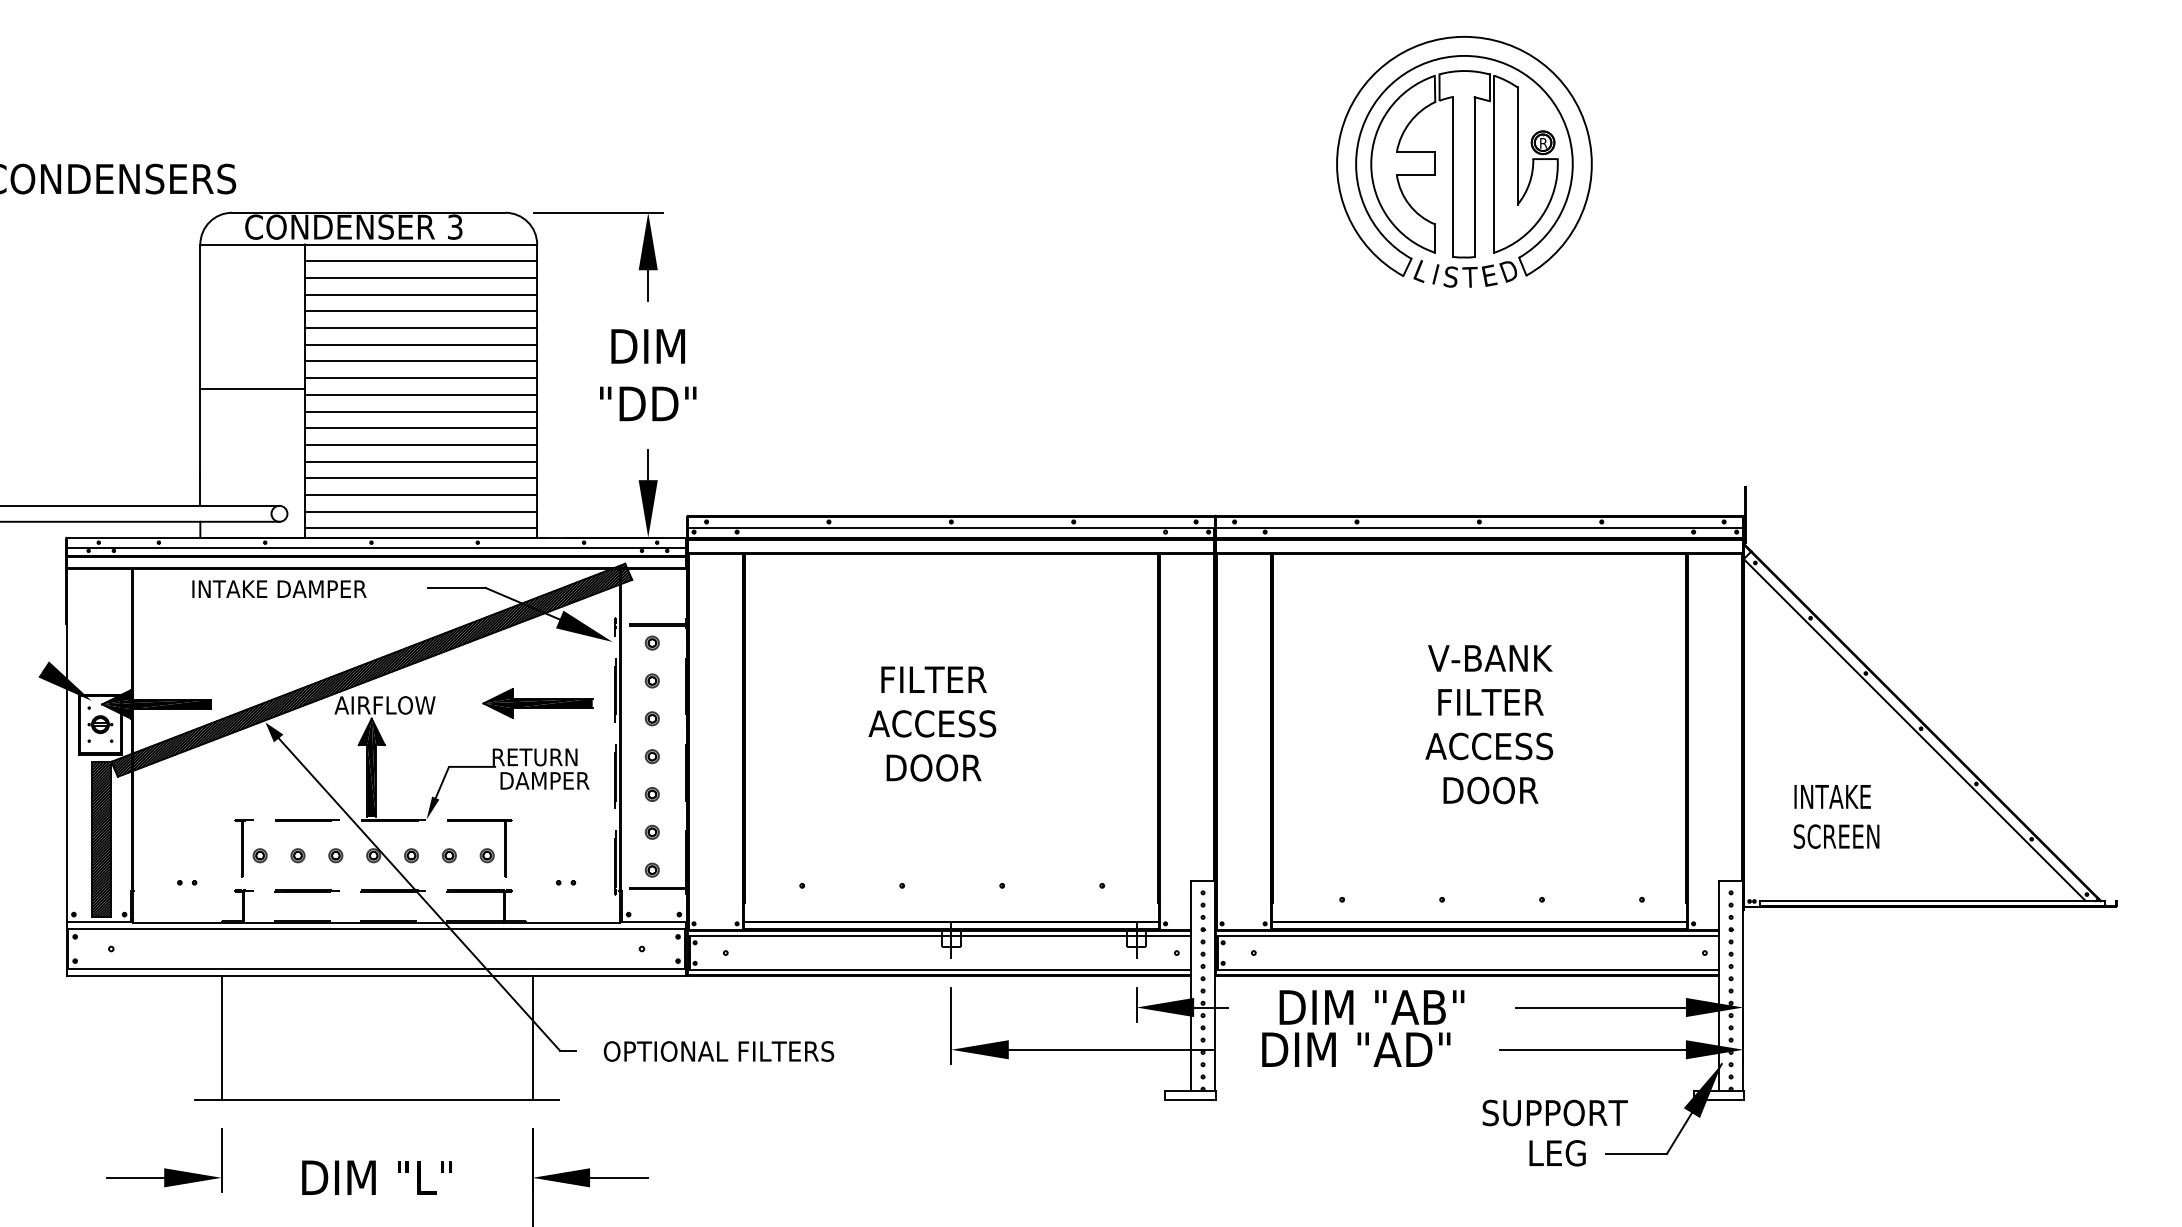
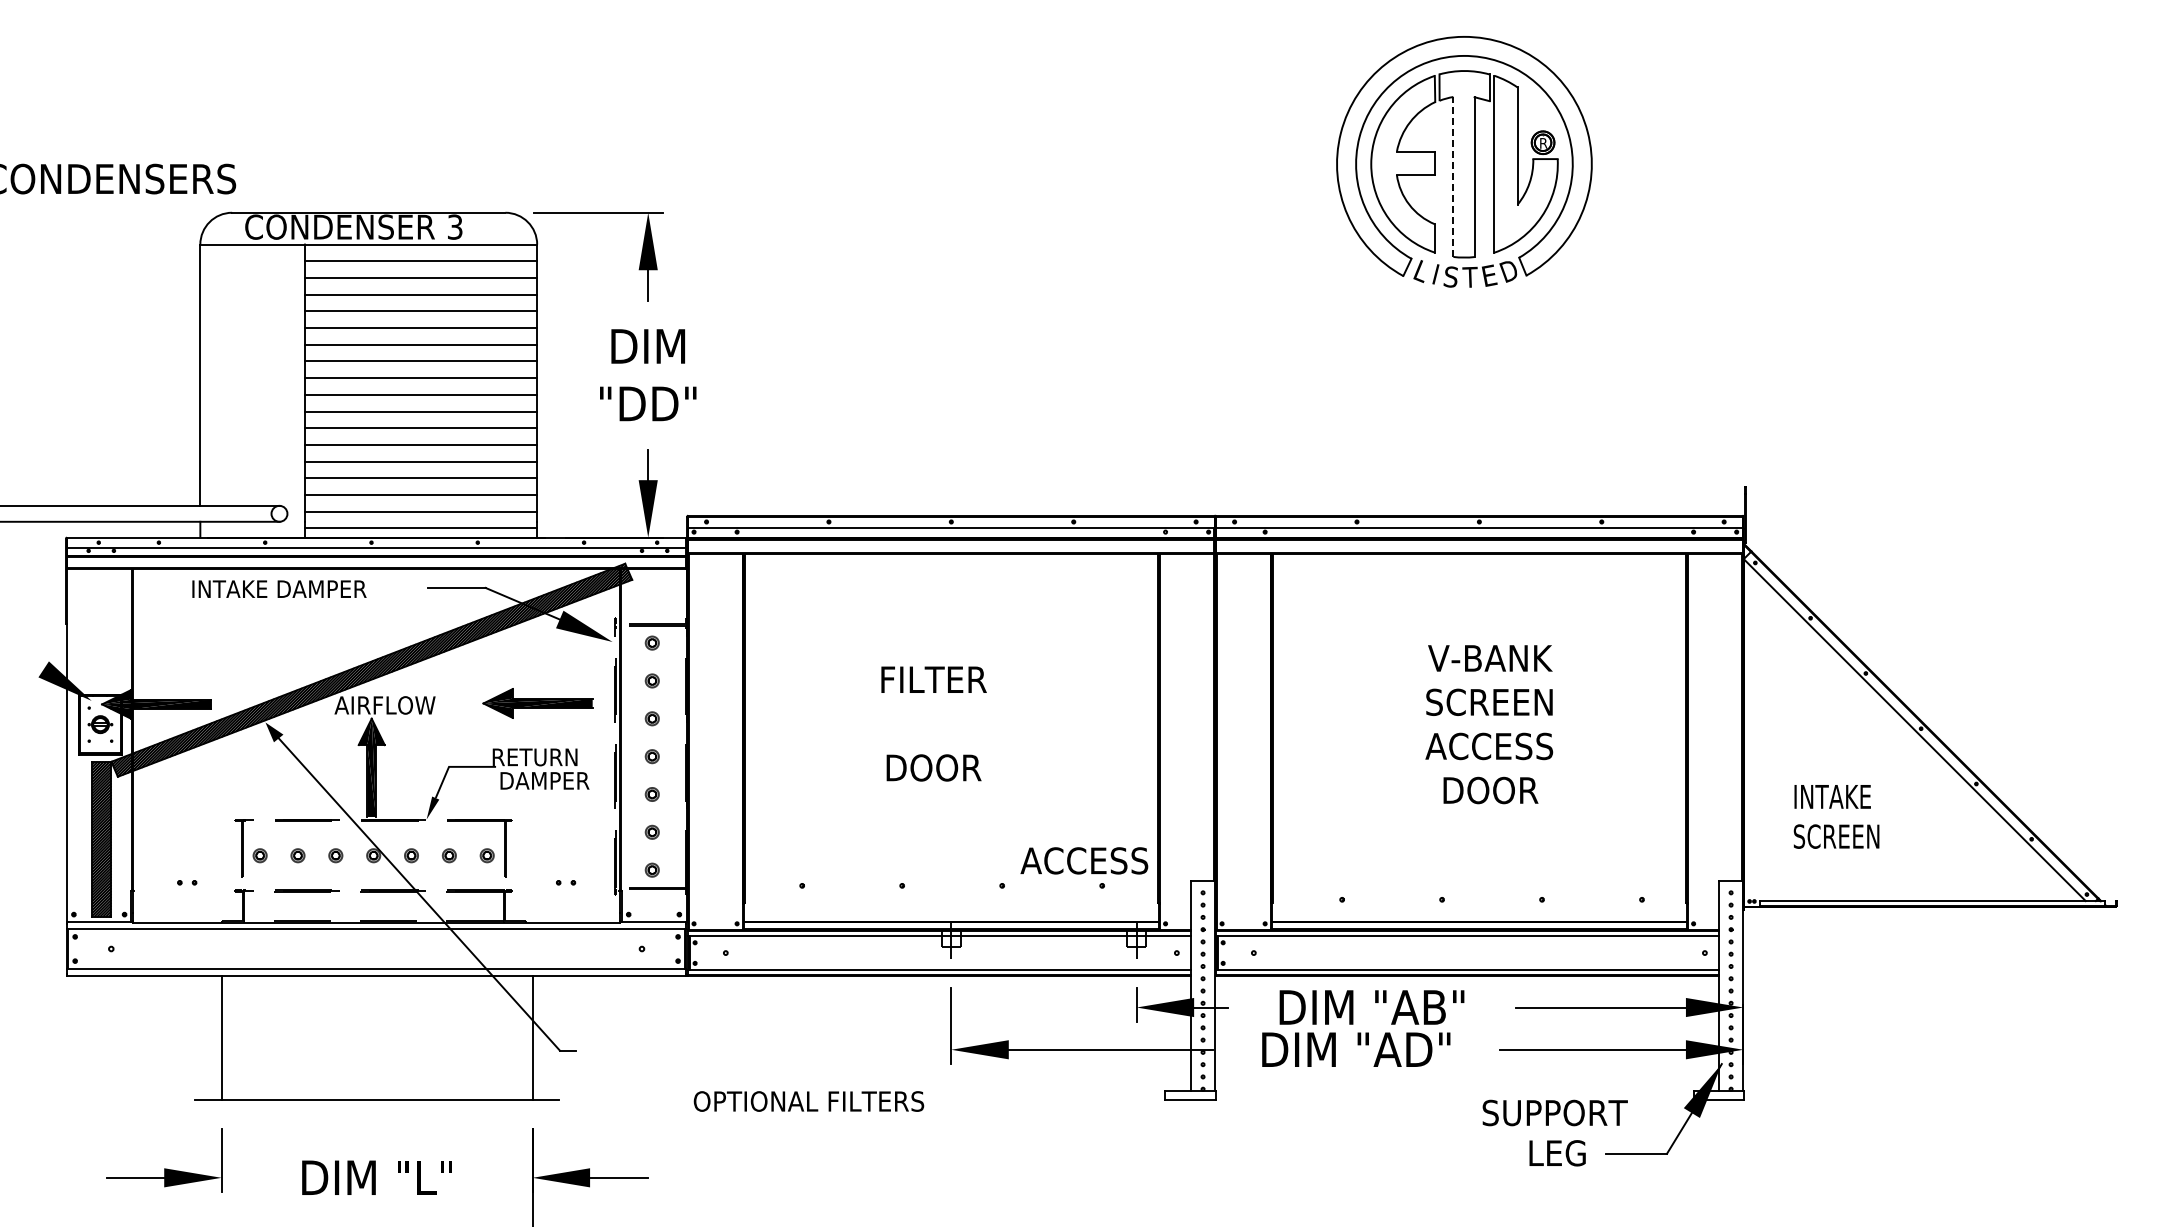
line at (1453, 176): solid -> dashed
line at (252, 389): present -> none
text at (1489, 701): FILTER -> SCREEN
text at (932, 723) position: (932, 723) -> (1084, 860)
text at (718, 1051) position: (718, 1051) -> (808, 1101)
